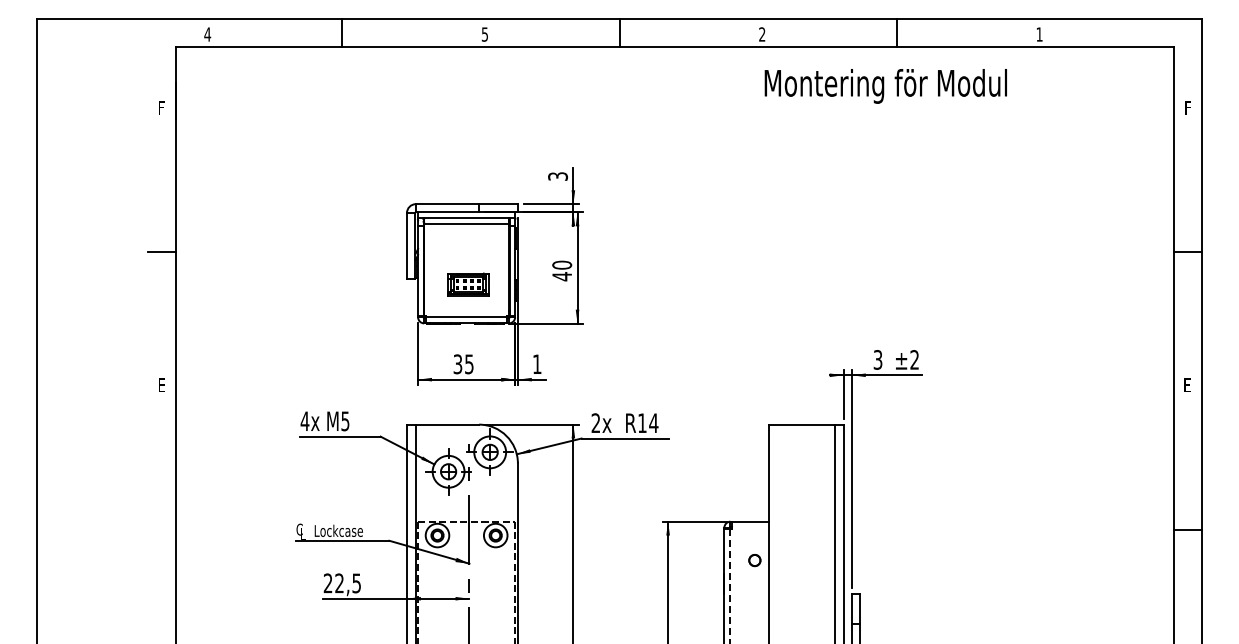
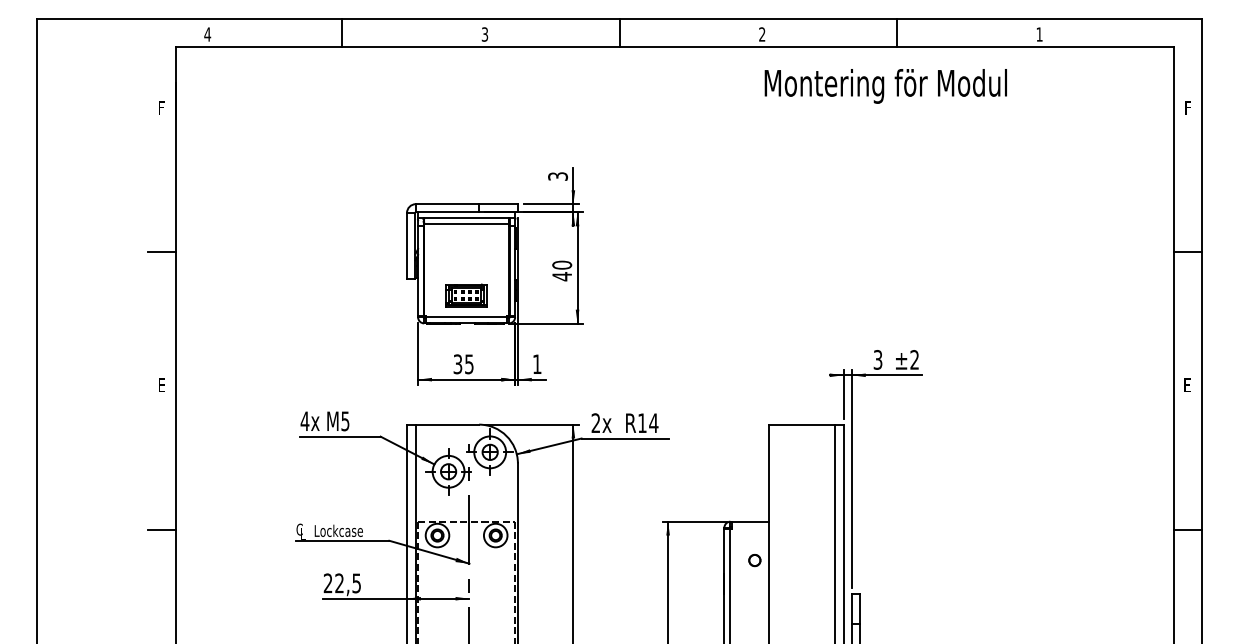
text at (485, 33): 5 -> 3
part at (468, 284) position: (468, 284) -> (466, 295)
line at (161, 529): none -> present
line at (730, 586): dashed -> solid
